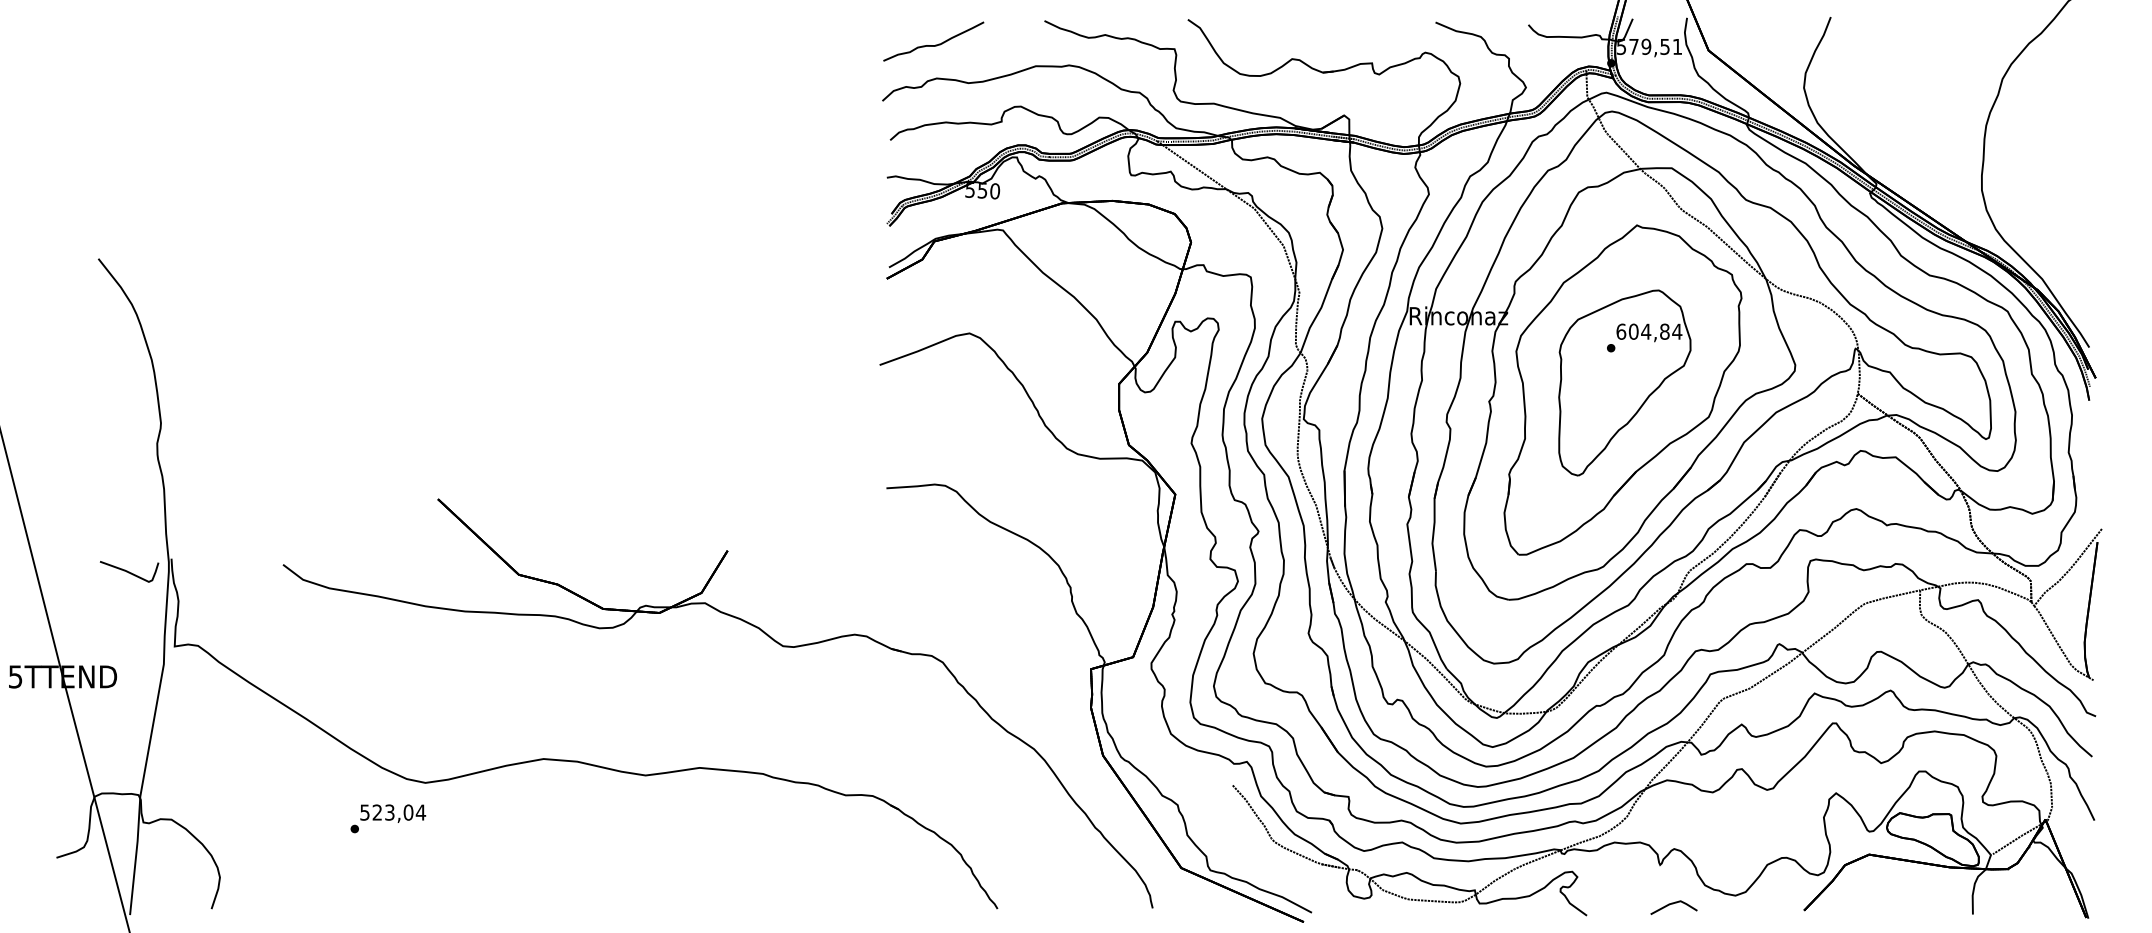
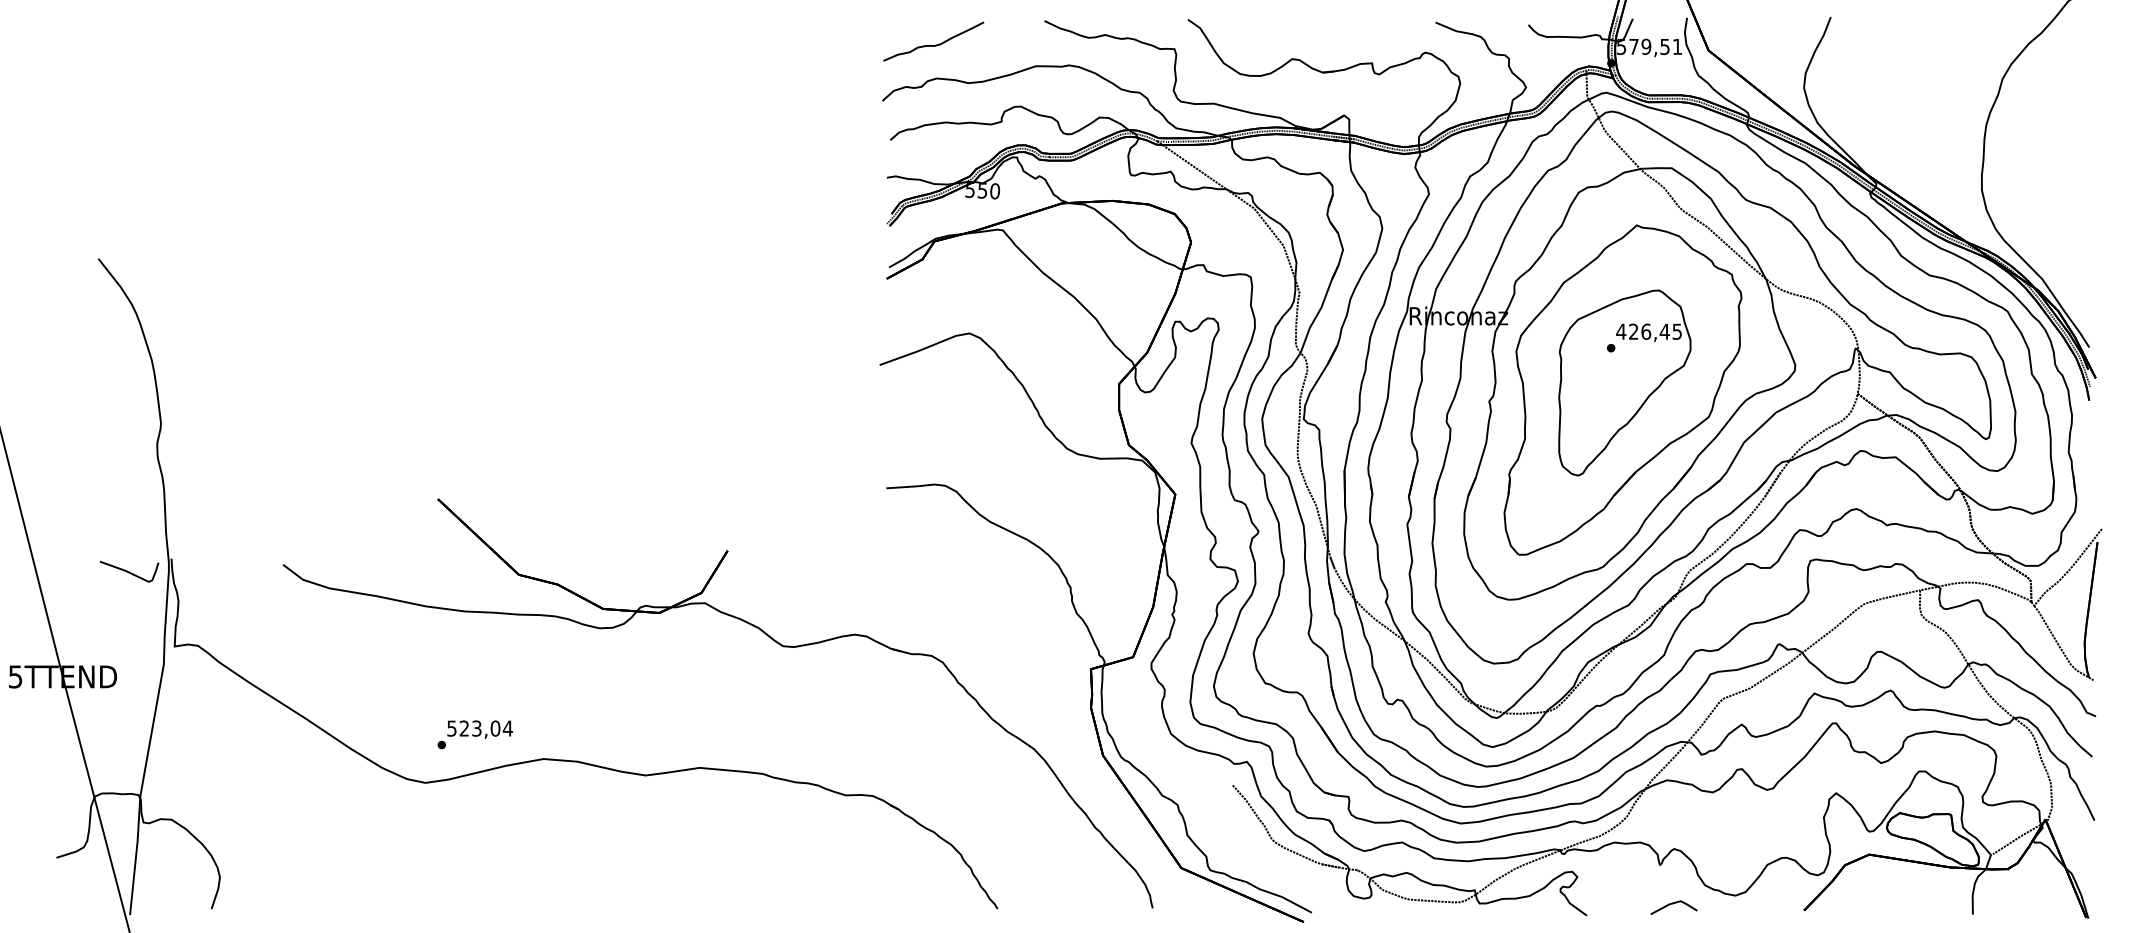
text at (1649, 331): 604,84 -> 426,45
text at (388, 818) position: (388, 818) -> (475, 734)
